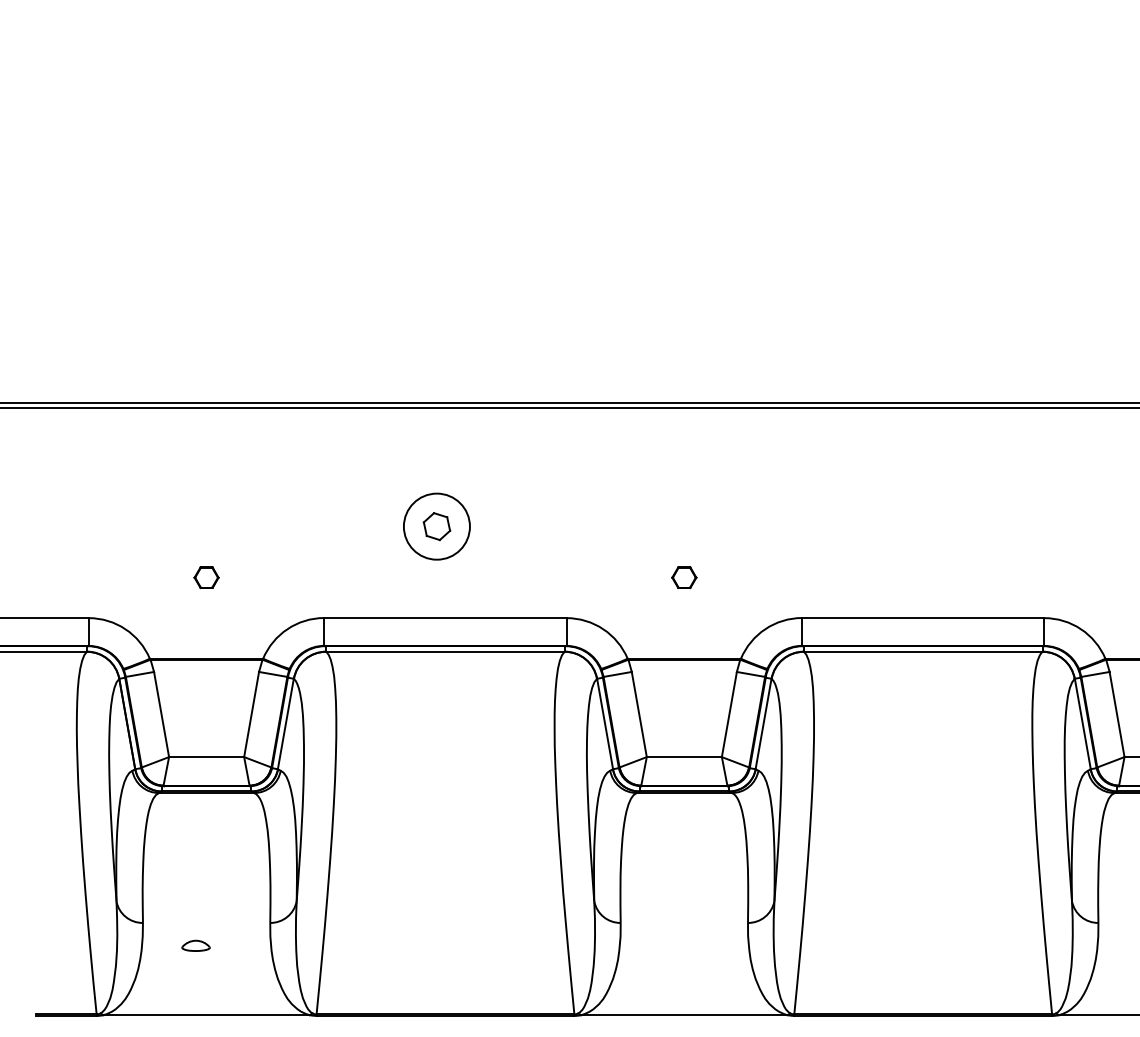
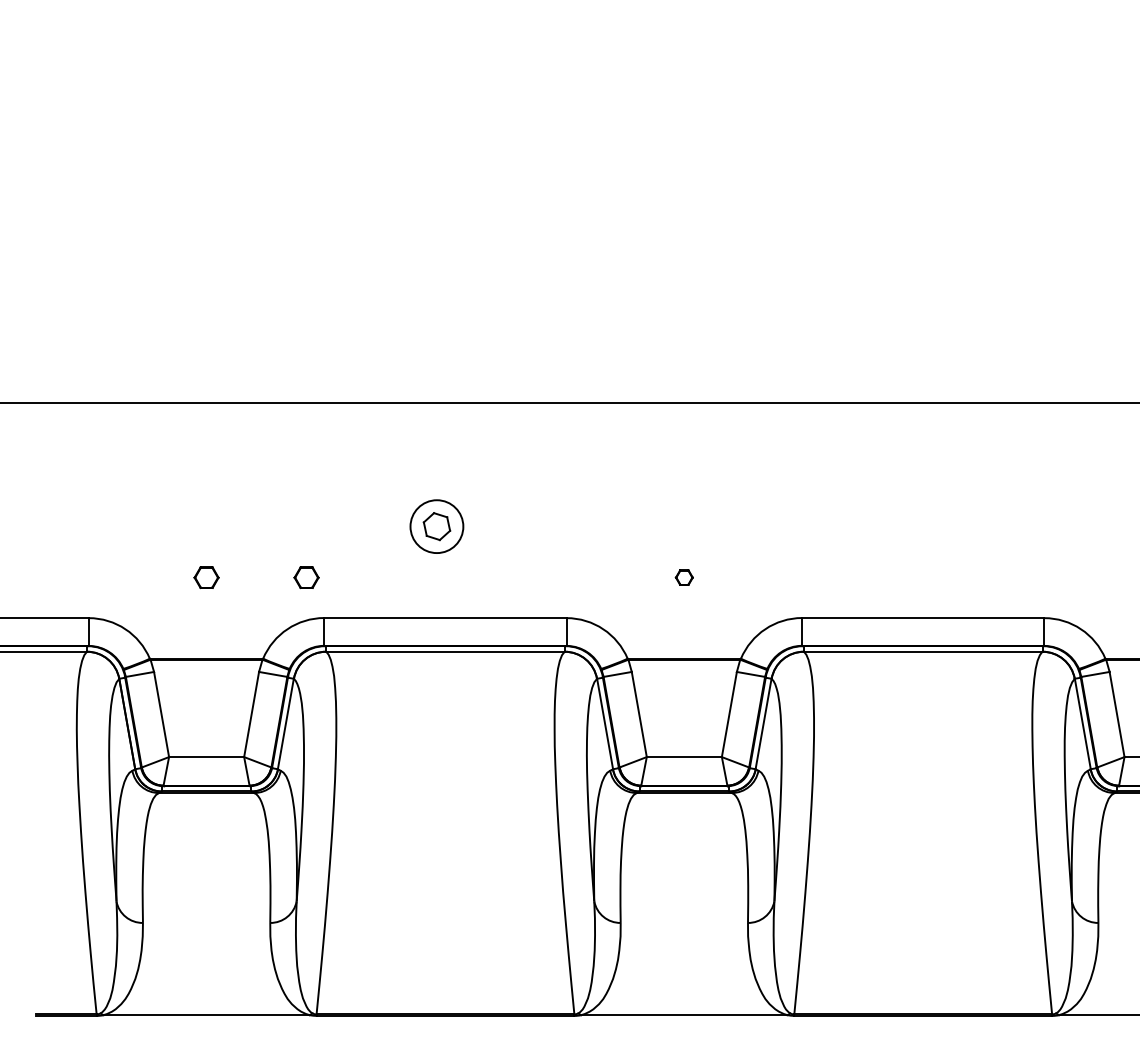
line at (569, 408): present -> none
circle at (436, 526) diameter: 66 px -> 53 px
part at (306, 577): none -> present
part at (684, 577) size: 27x23 px -> 20x17 px
part at (195, 945): present -> none
